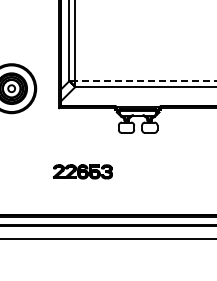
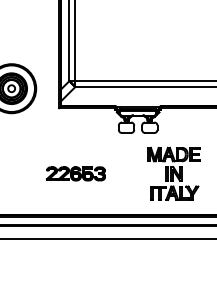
line at (145, 81): dashed -> solid
part at (82, 171) position: (82, 171) -> (75, 173)
part at (173, 173): none -> present
